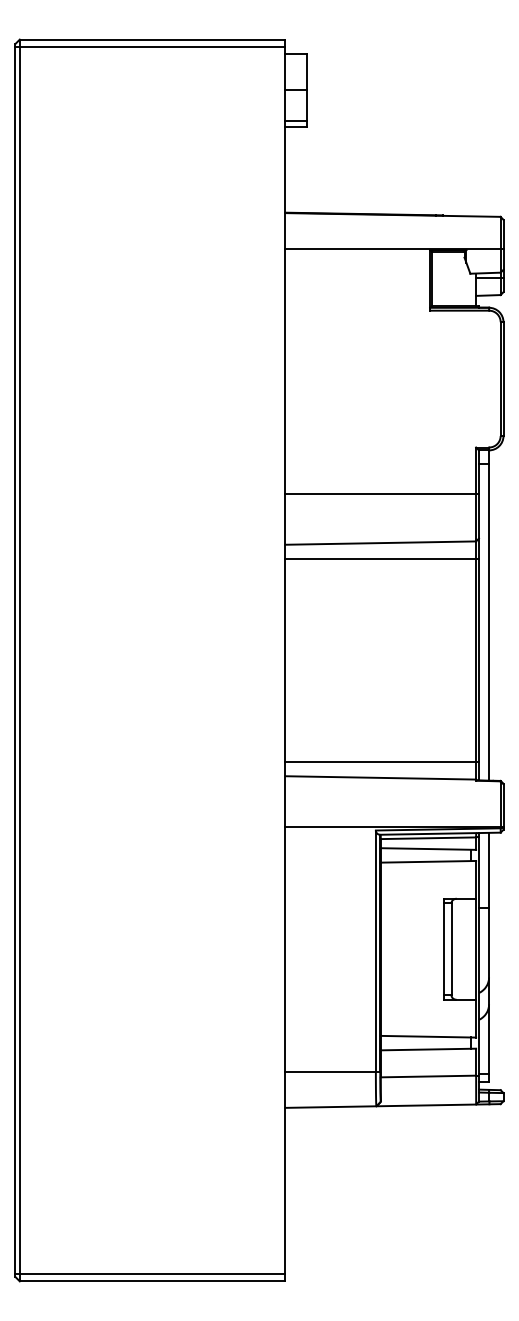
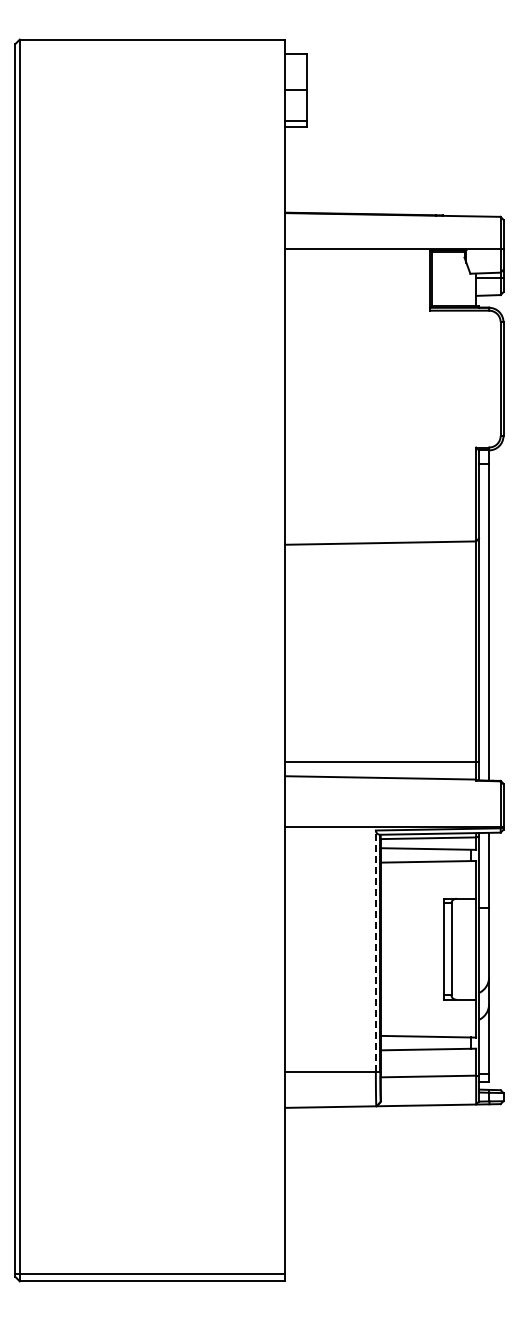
line at (150, 46): present -> none
line at (381, 494): present -> none
line at (381, 559): present -> none
line at (375, 951): solid -> dashed
